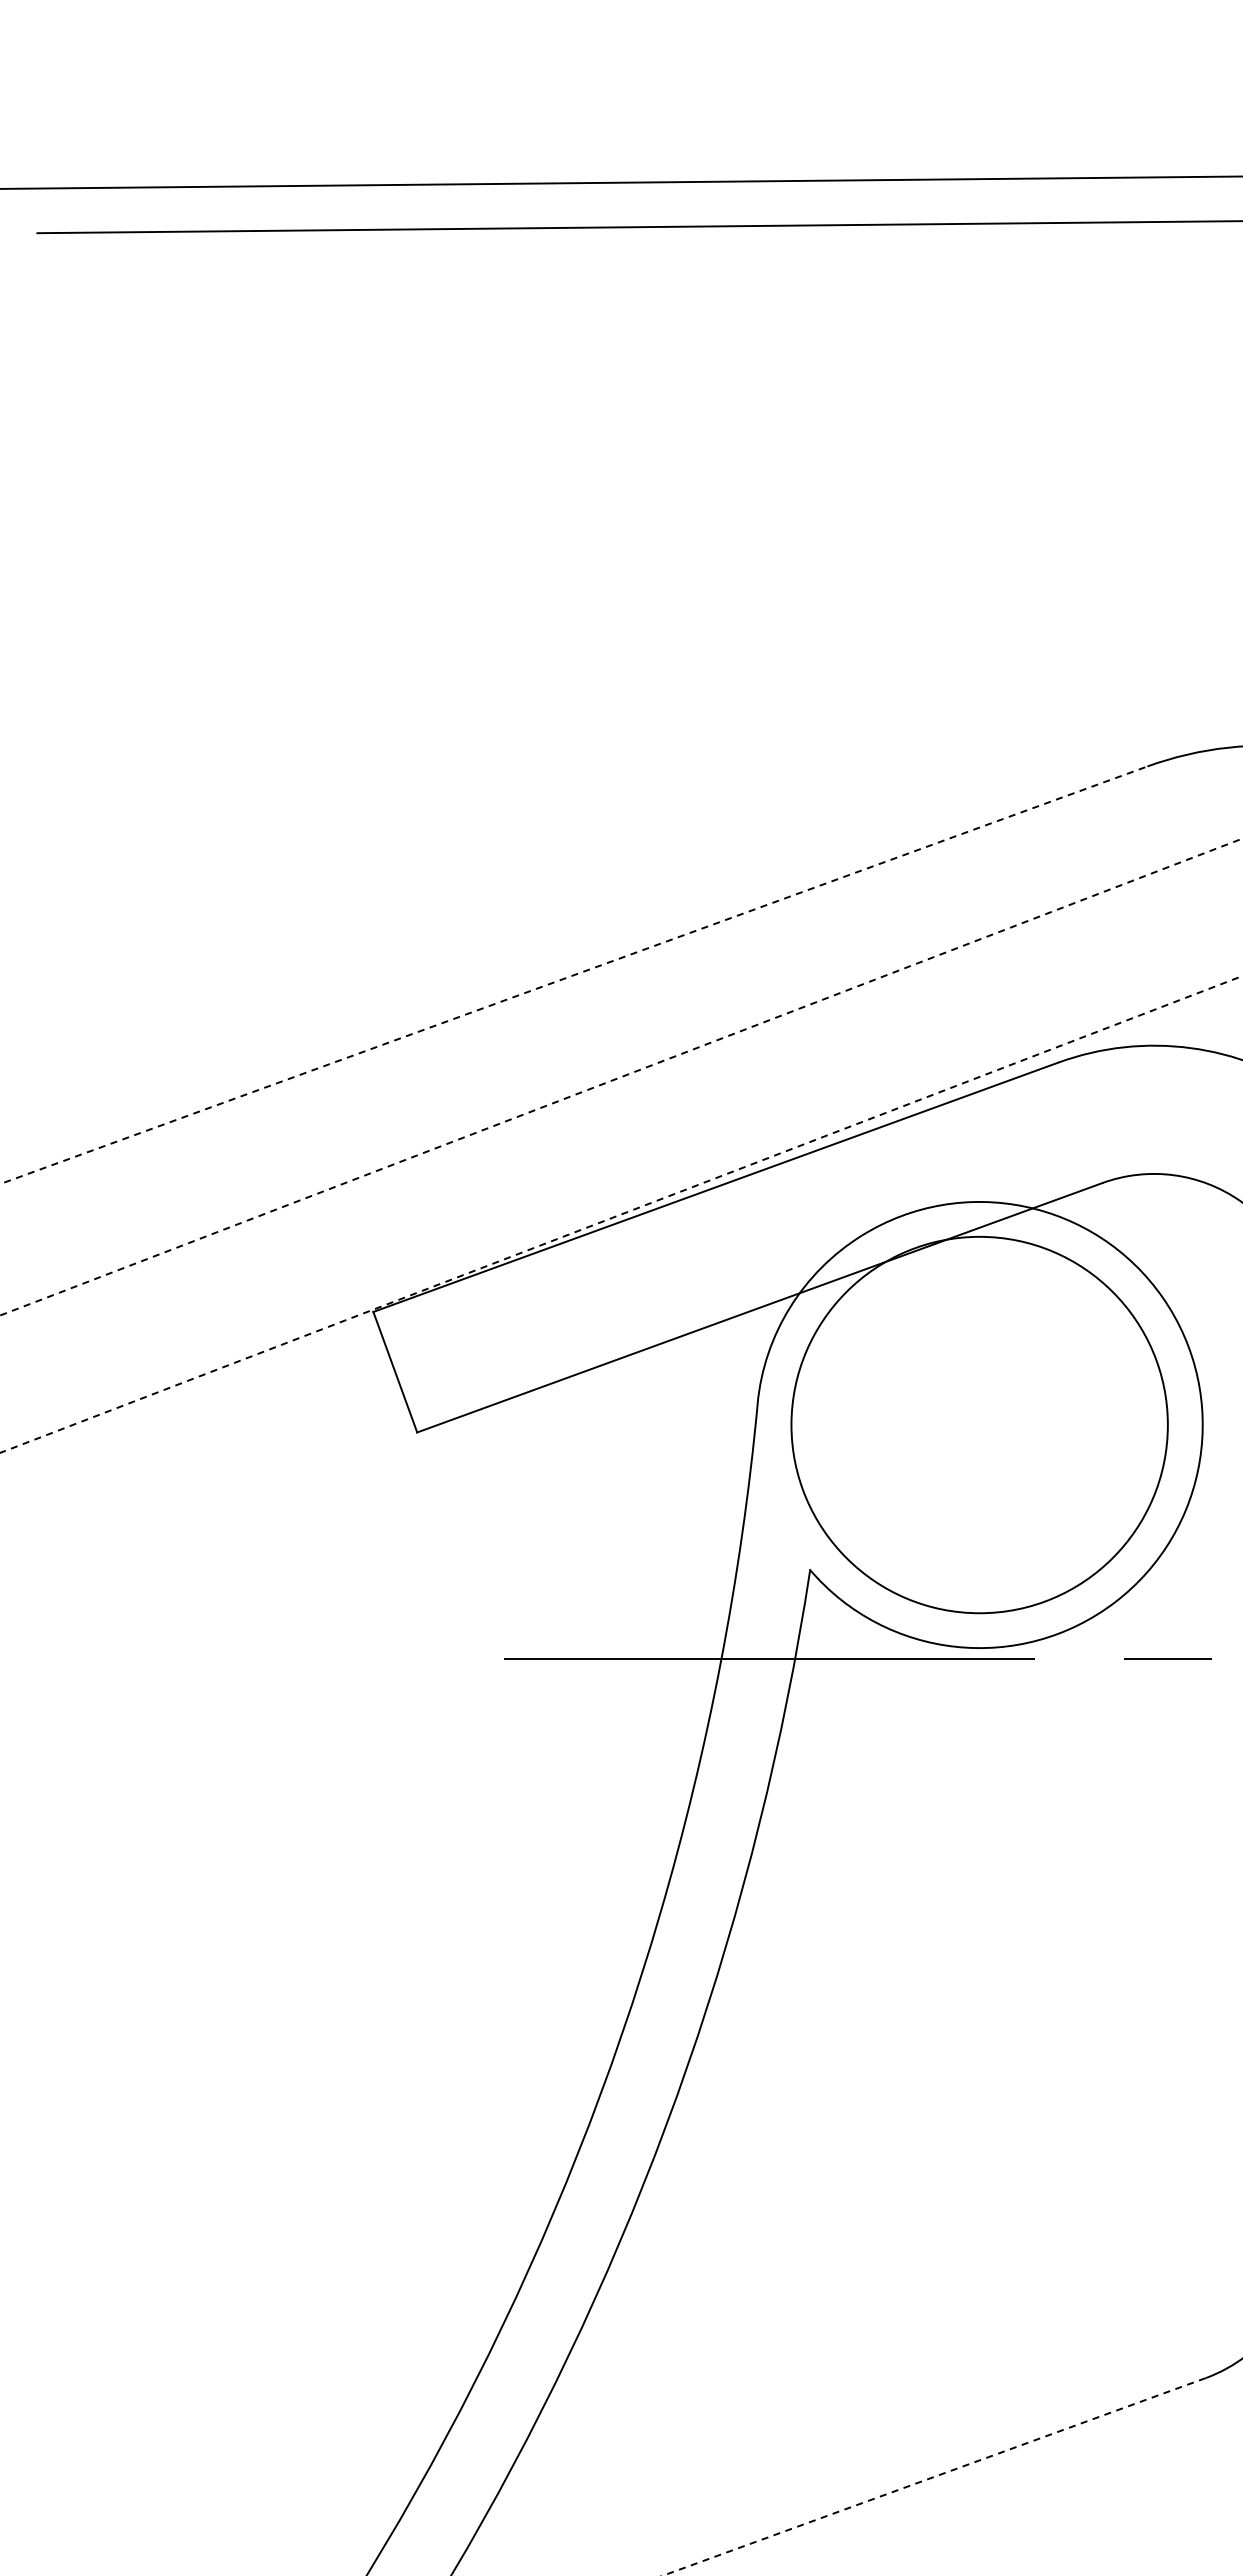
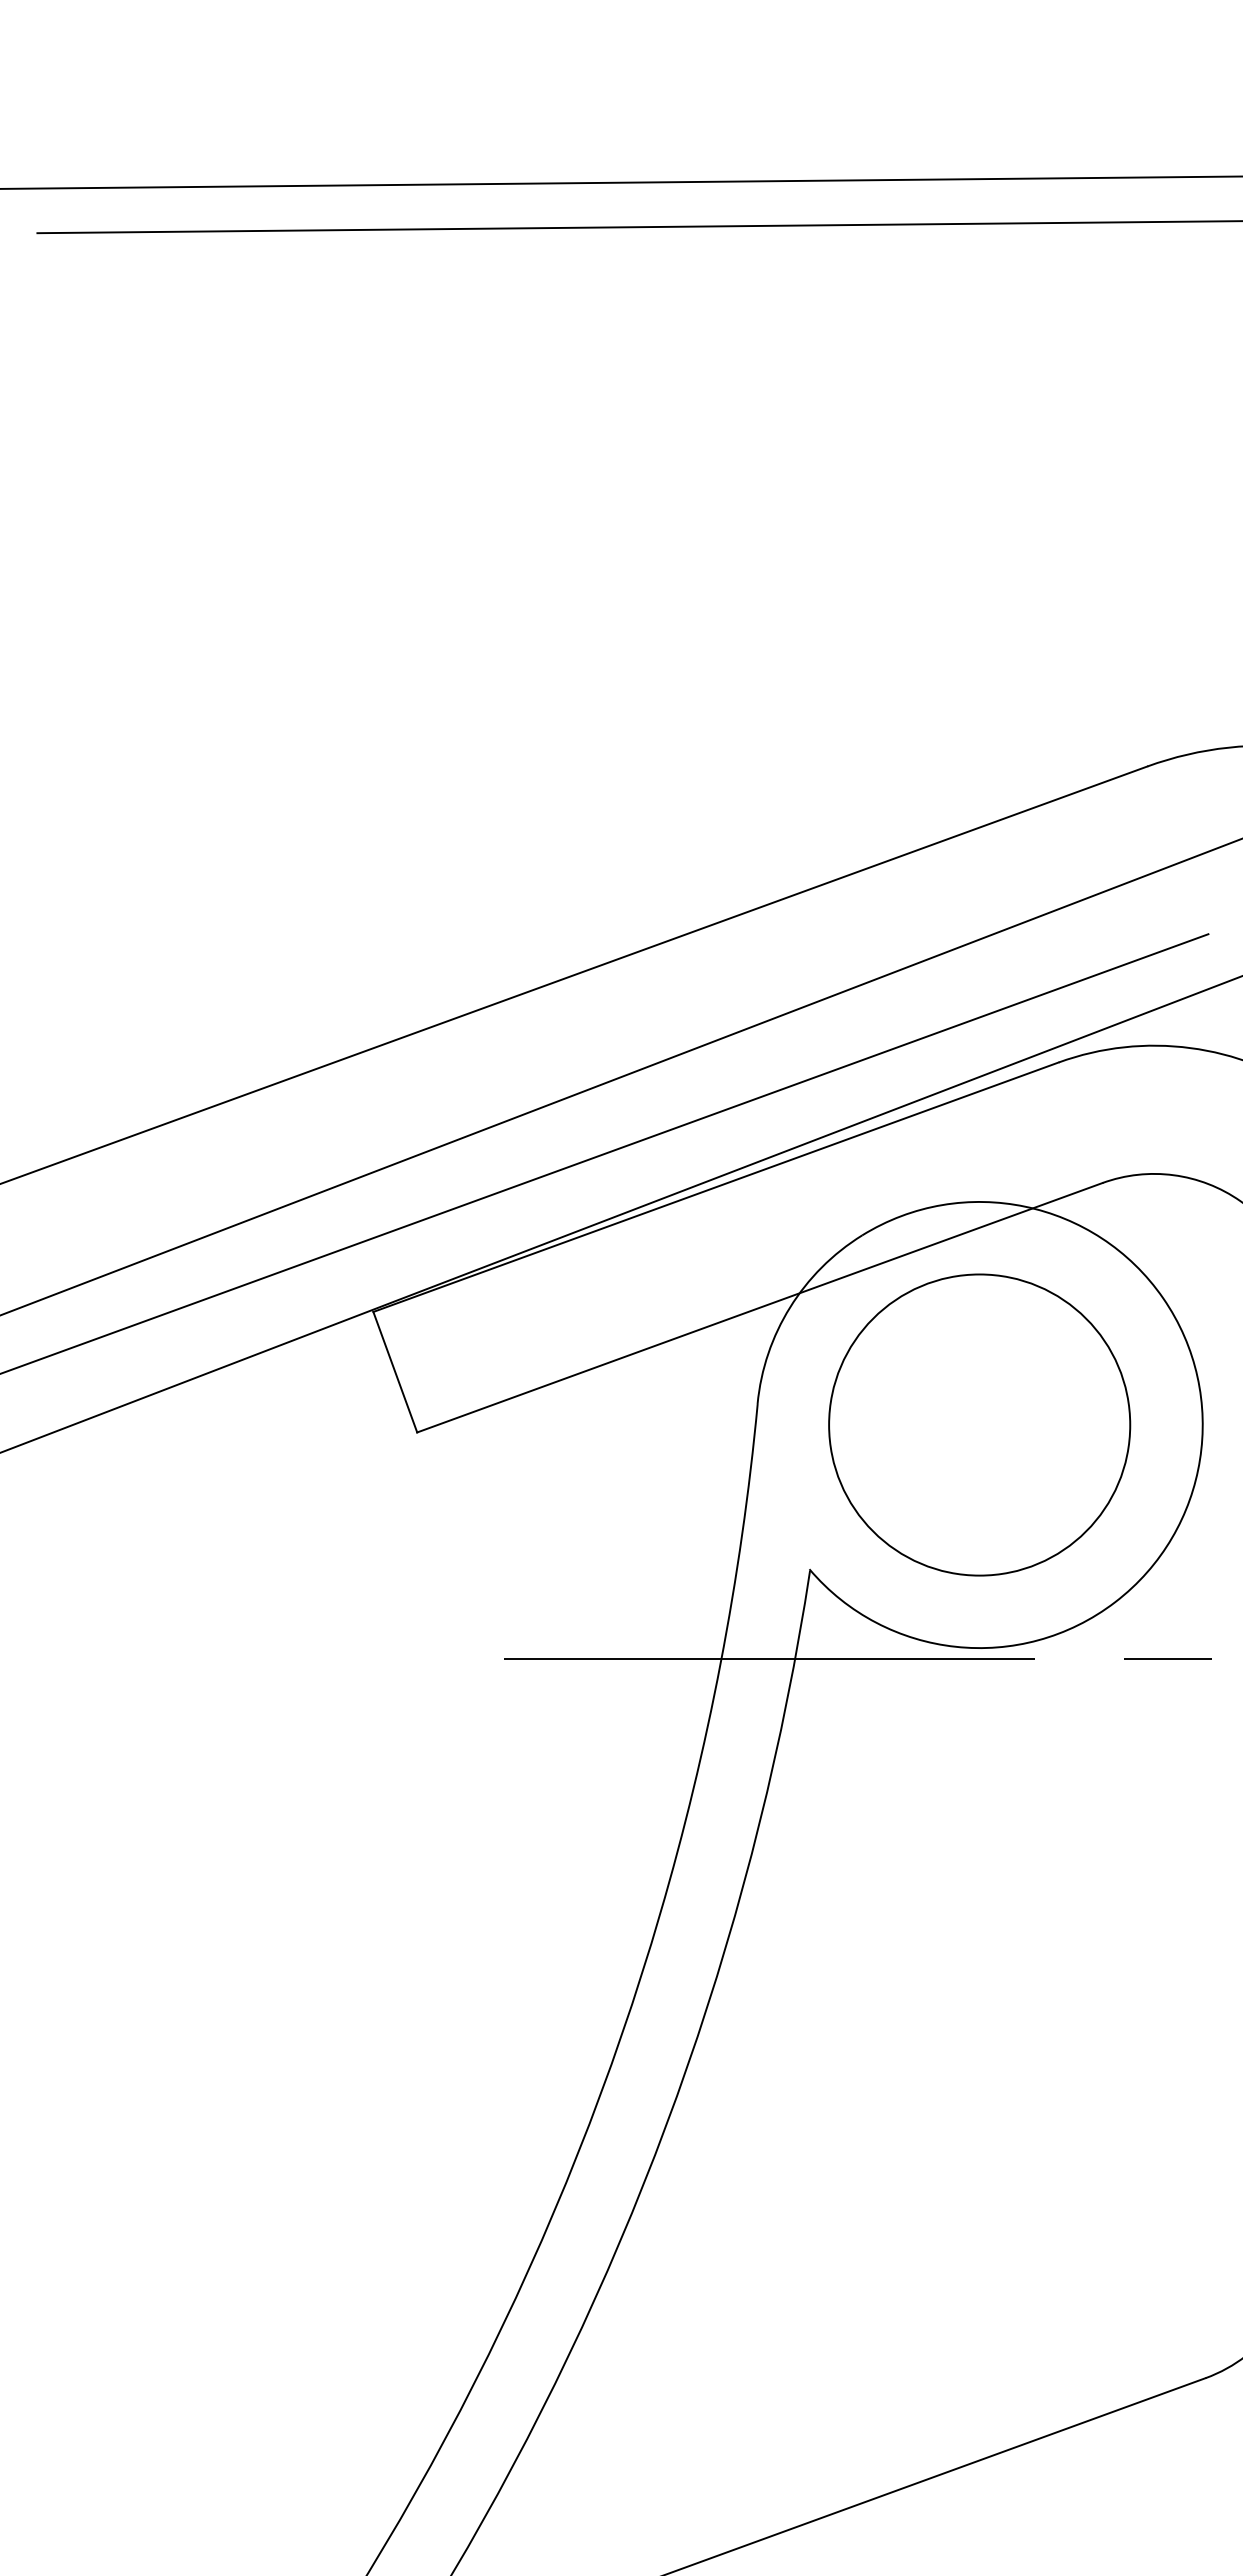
line at (574, 975): dashed -> solid
line at (620, 1077): dashed -> solid
line at (605, 1153): none -> present
line at (621, 1214): dashed -> solid
circle at (979, 1424) diameter: 376 px -> 301 px
line at (934, 2476): dashed -> solid
